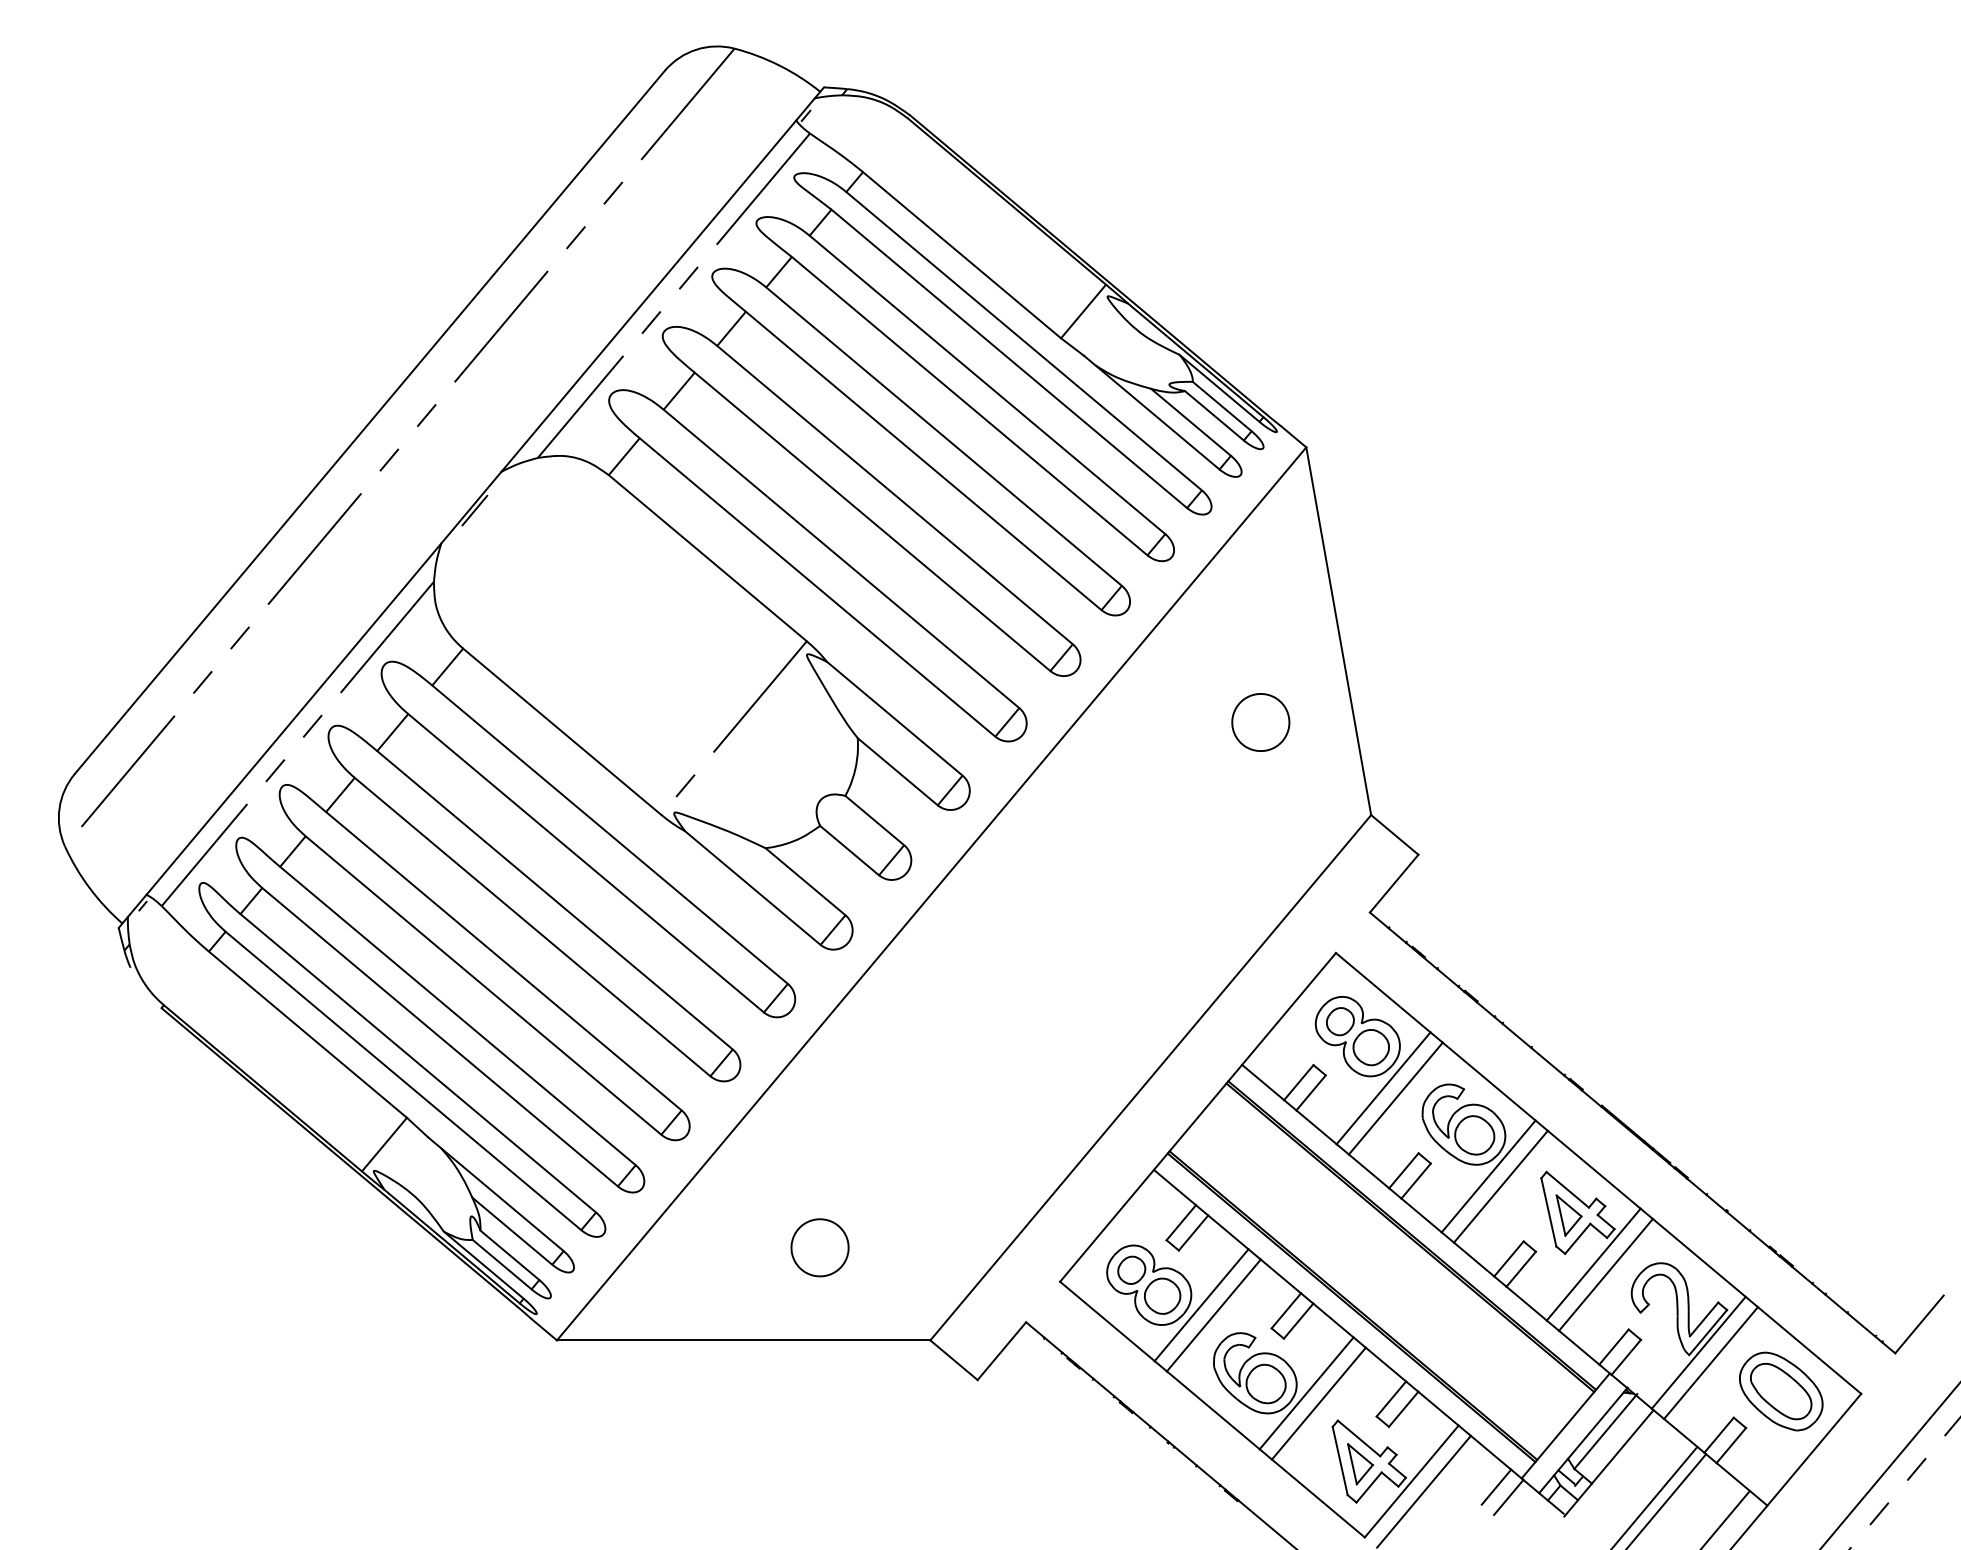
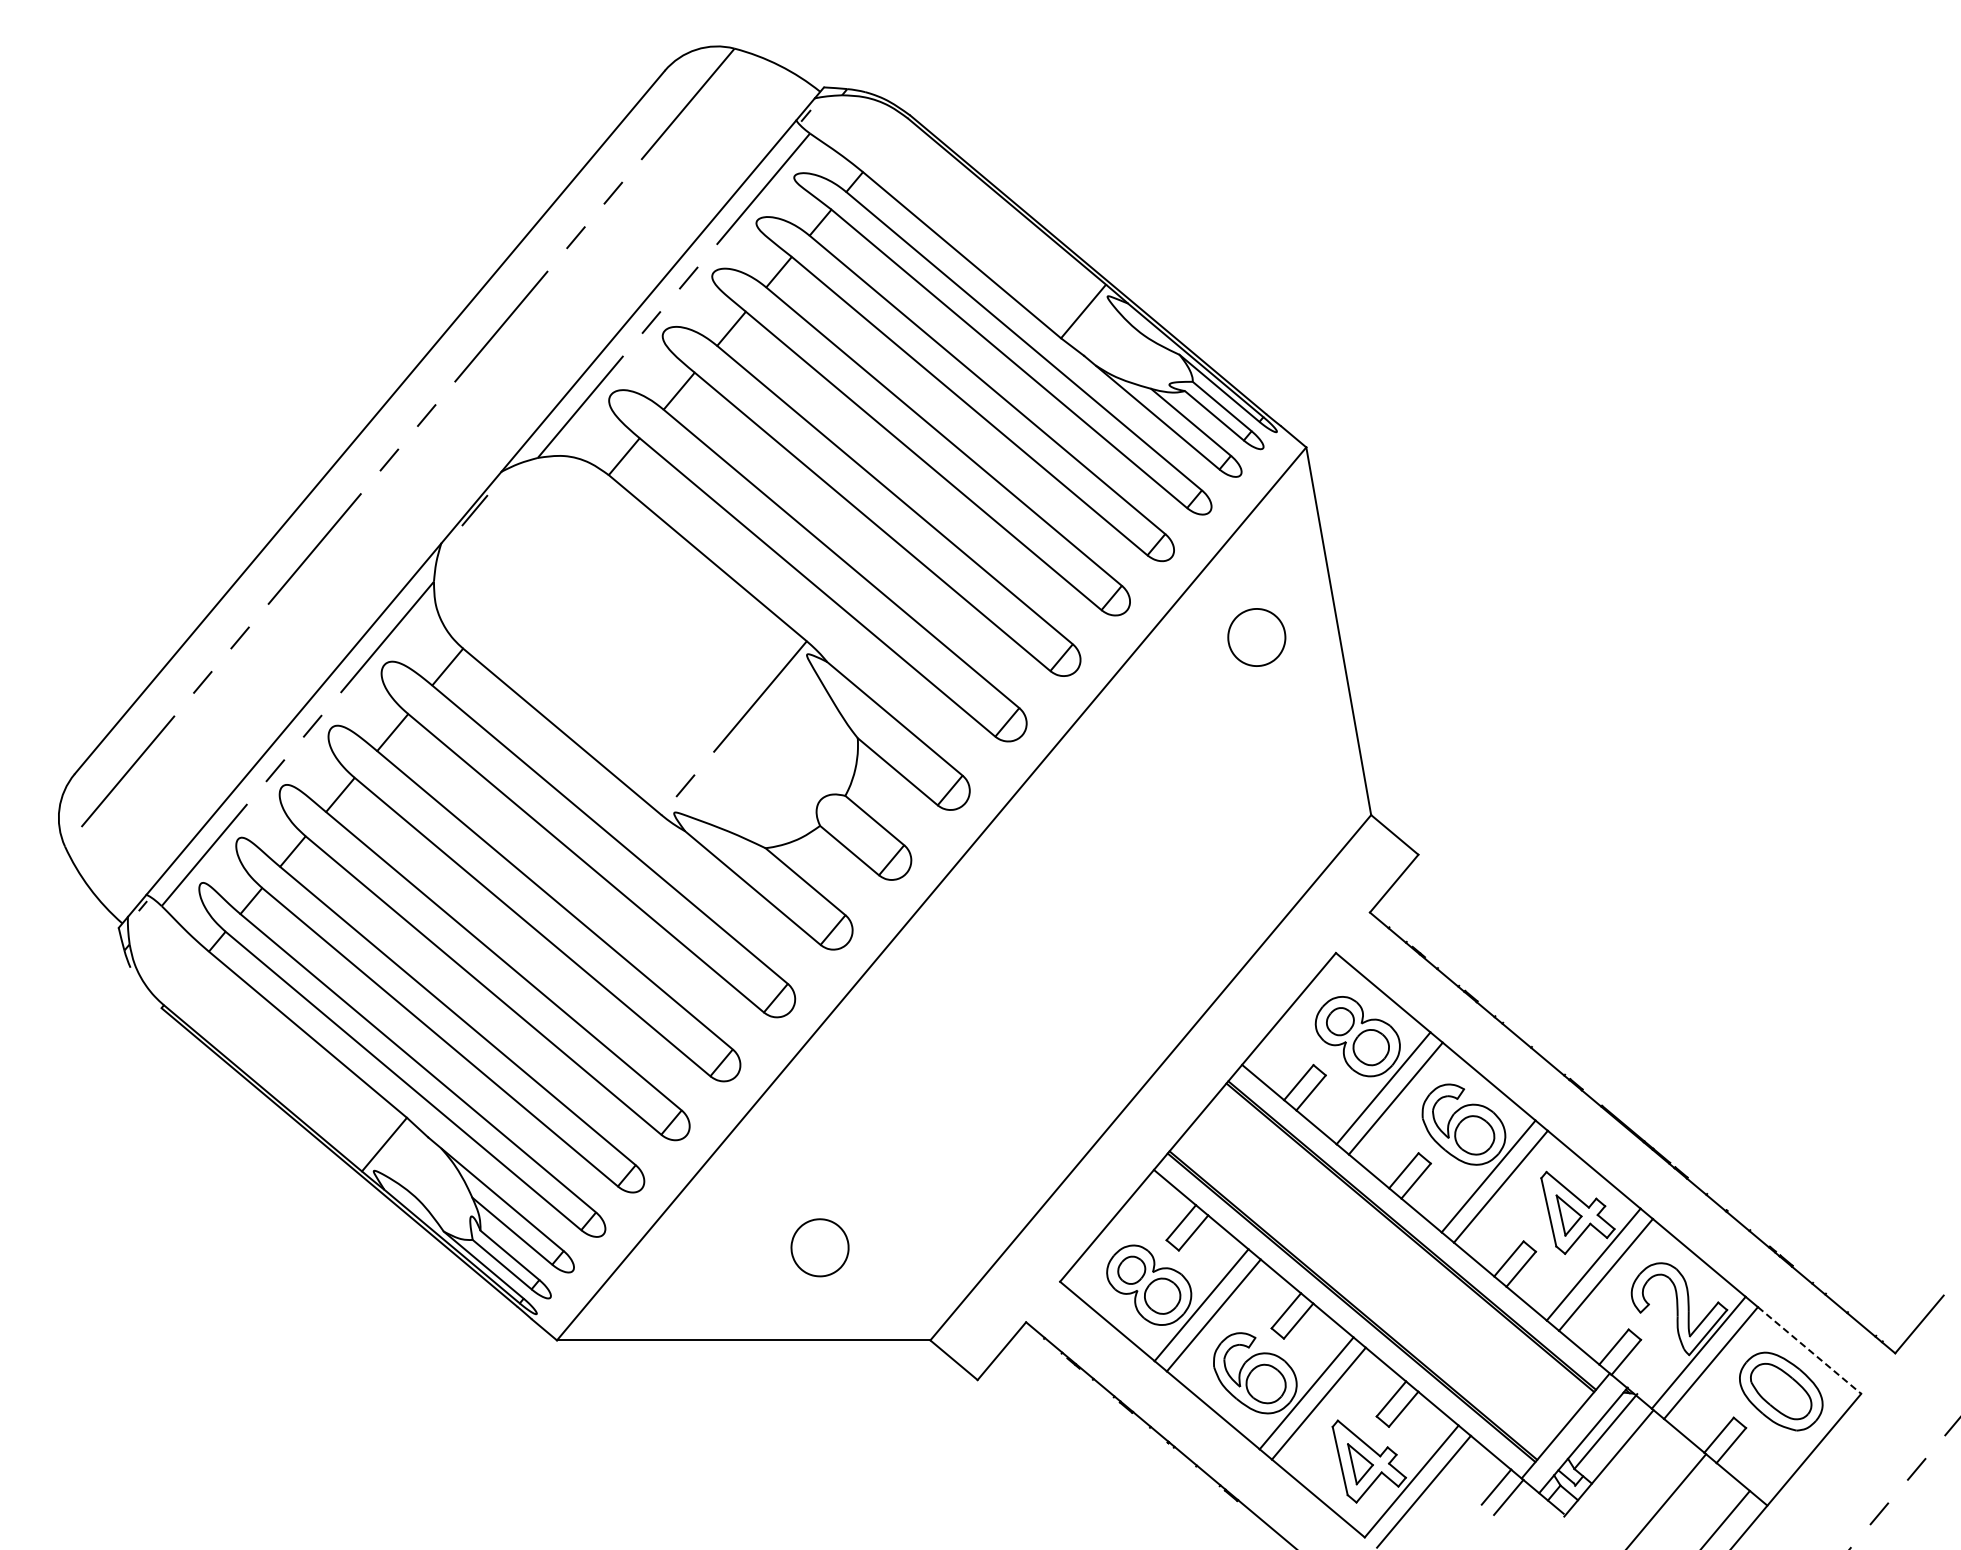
part at (1260, 722) position: (1260, 722) -> (1256, 637)
line at (1809, 1350): solid -> dashed
line at (1889, 1465): present -> none
line at (1655, 1496): present -> none
